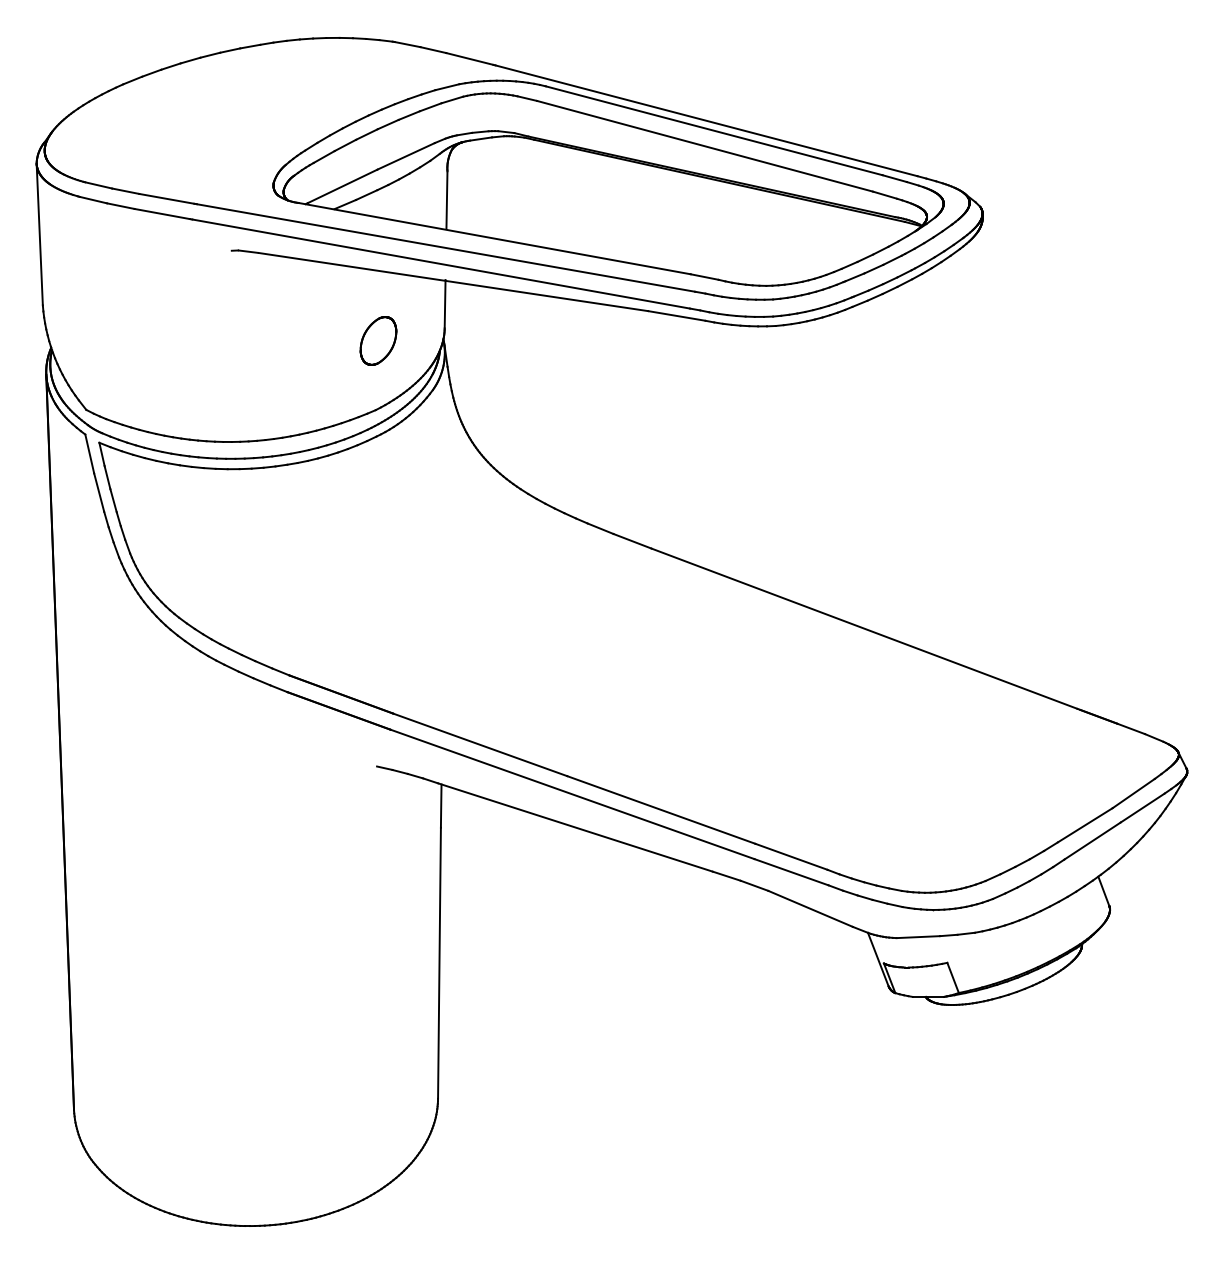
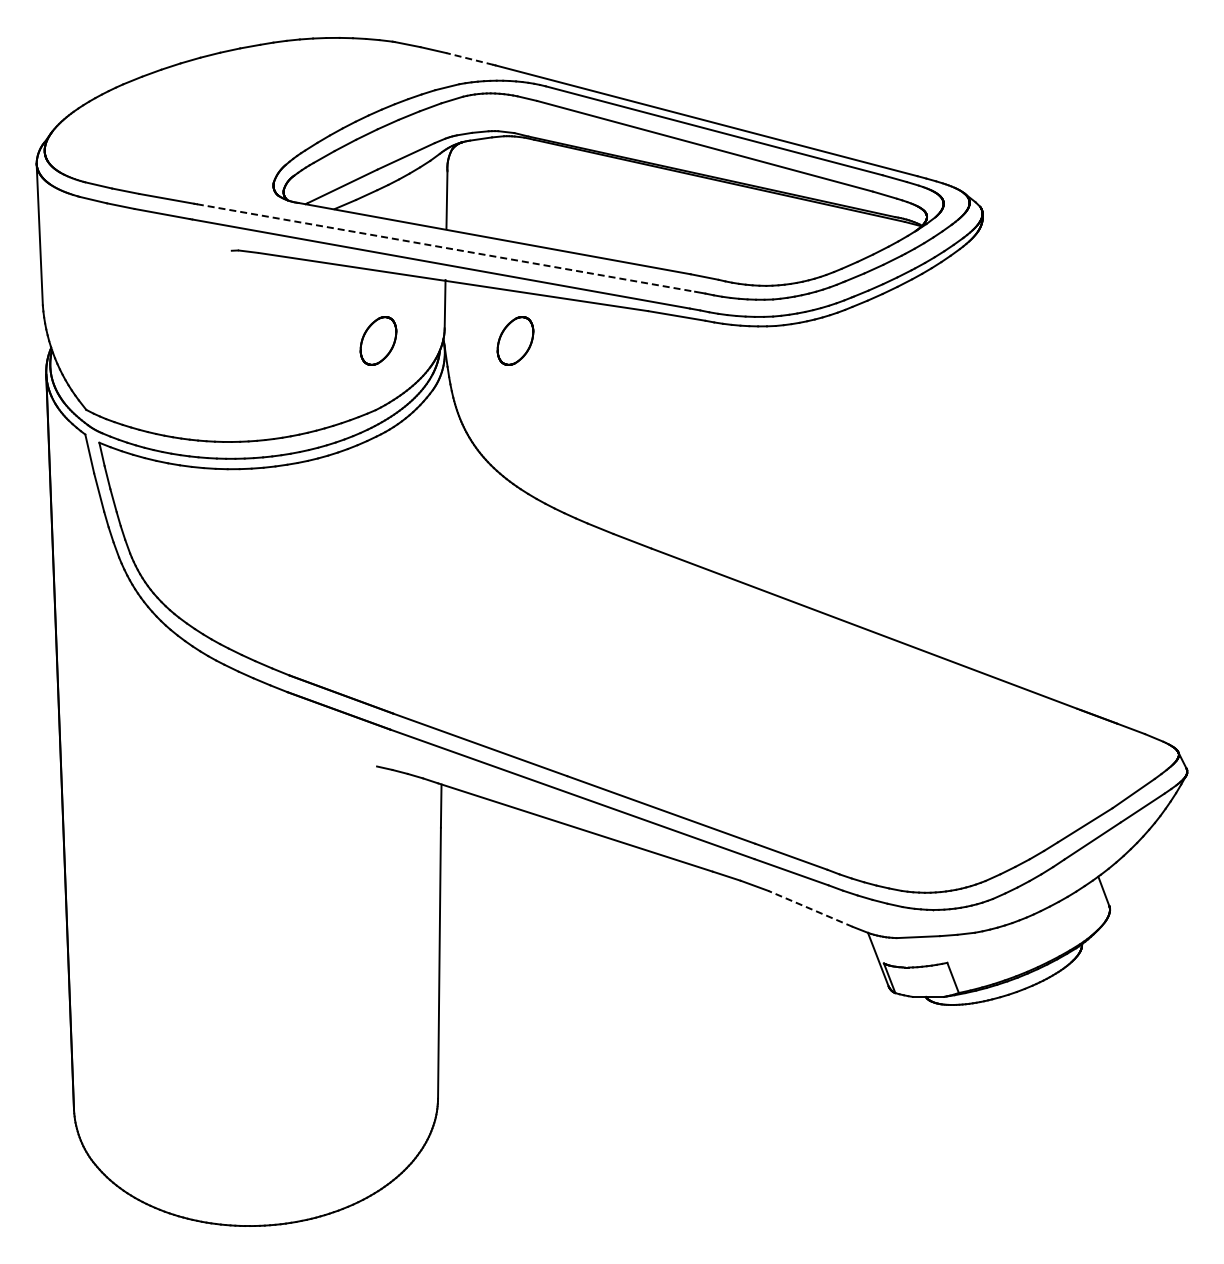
line at (469, 58): solid -> dashed
line at (445, 247): solid -> dashed
part at (515, 340): none -> present
line at (810, 908): solid -> dashed
